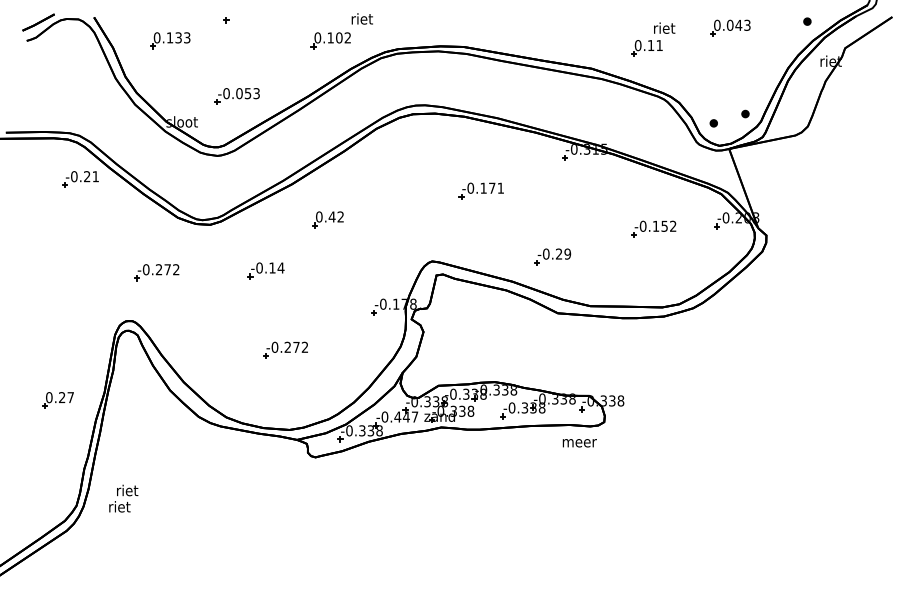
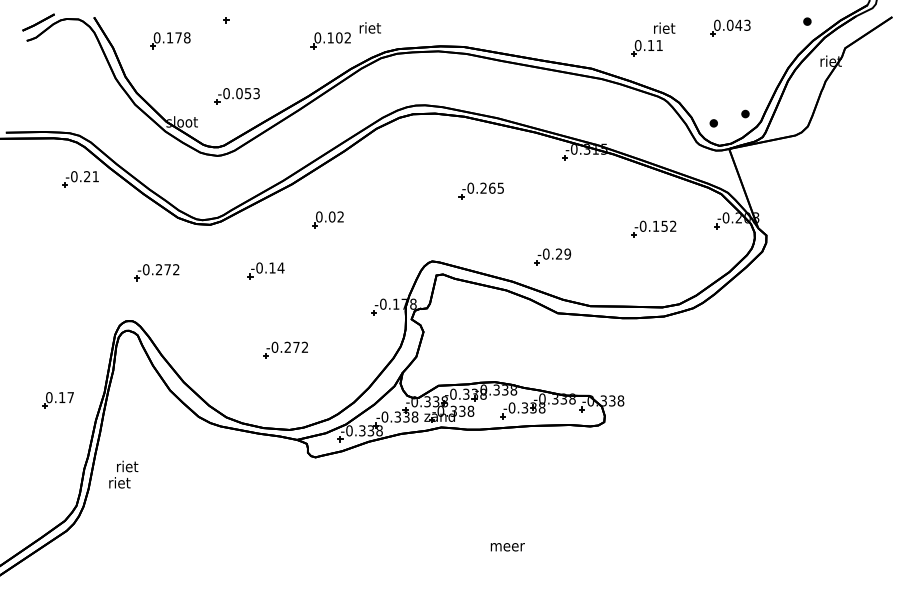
text at (361, 18) position: (361, 18) -> (369, 27)
text at (182, 37): 0.133 -> 0.178
text at (491, 187): -0.171 -> -0.265
text at (331, 216): 0.42 -> 0.02
text at (62, 397): 0.27 -> 0.17
text at (406, 416): -0.447 -> -0.338
text at (579, 443) position: (579, 443) -> (507, 547)
text at (123, 498) position: (123, 498) -> (123, 474)
